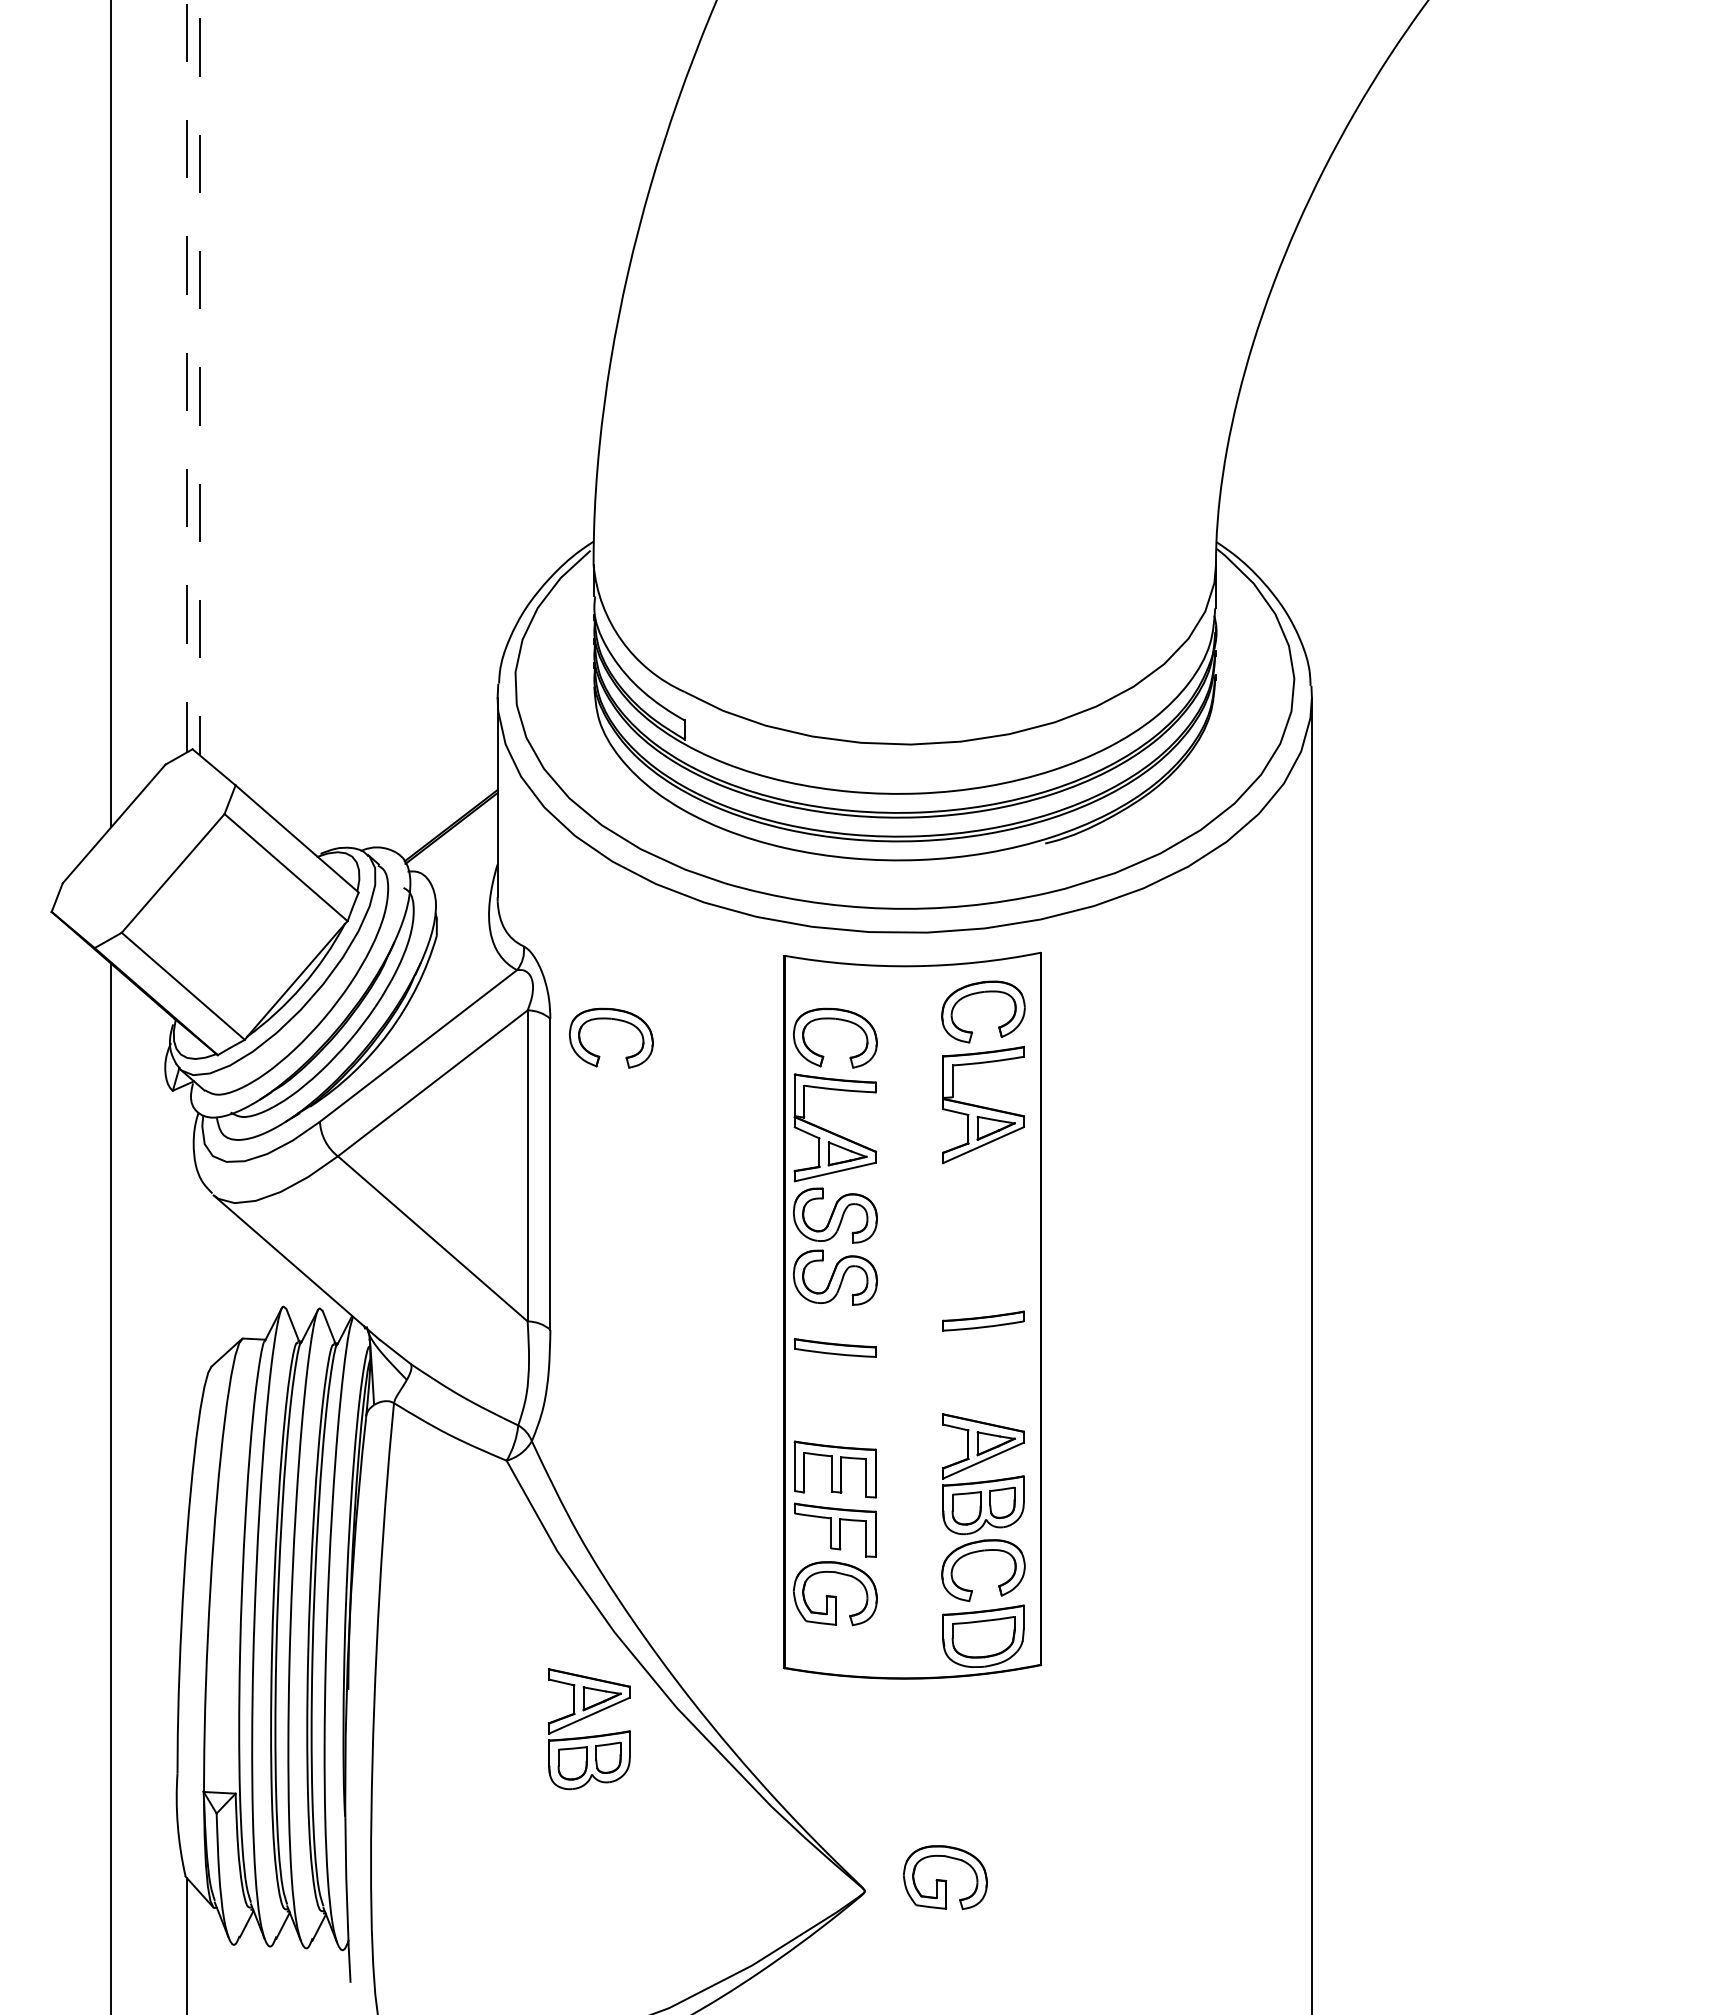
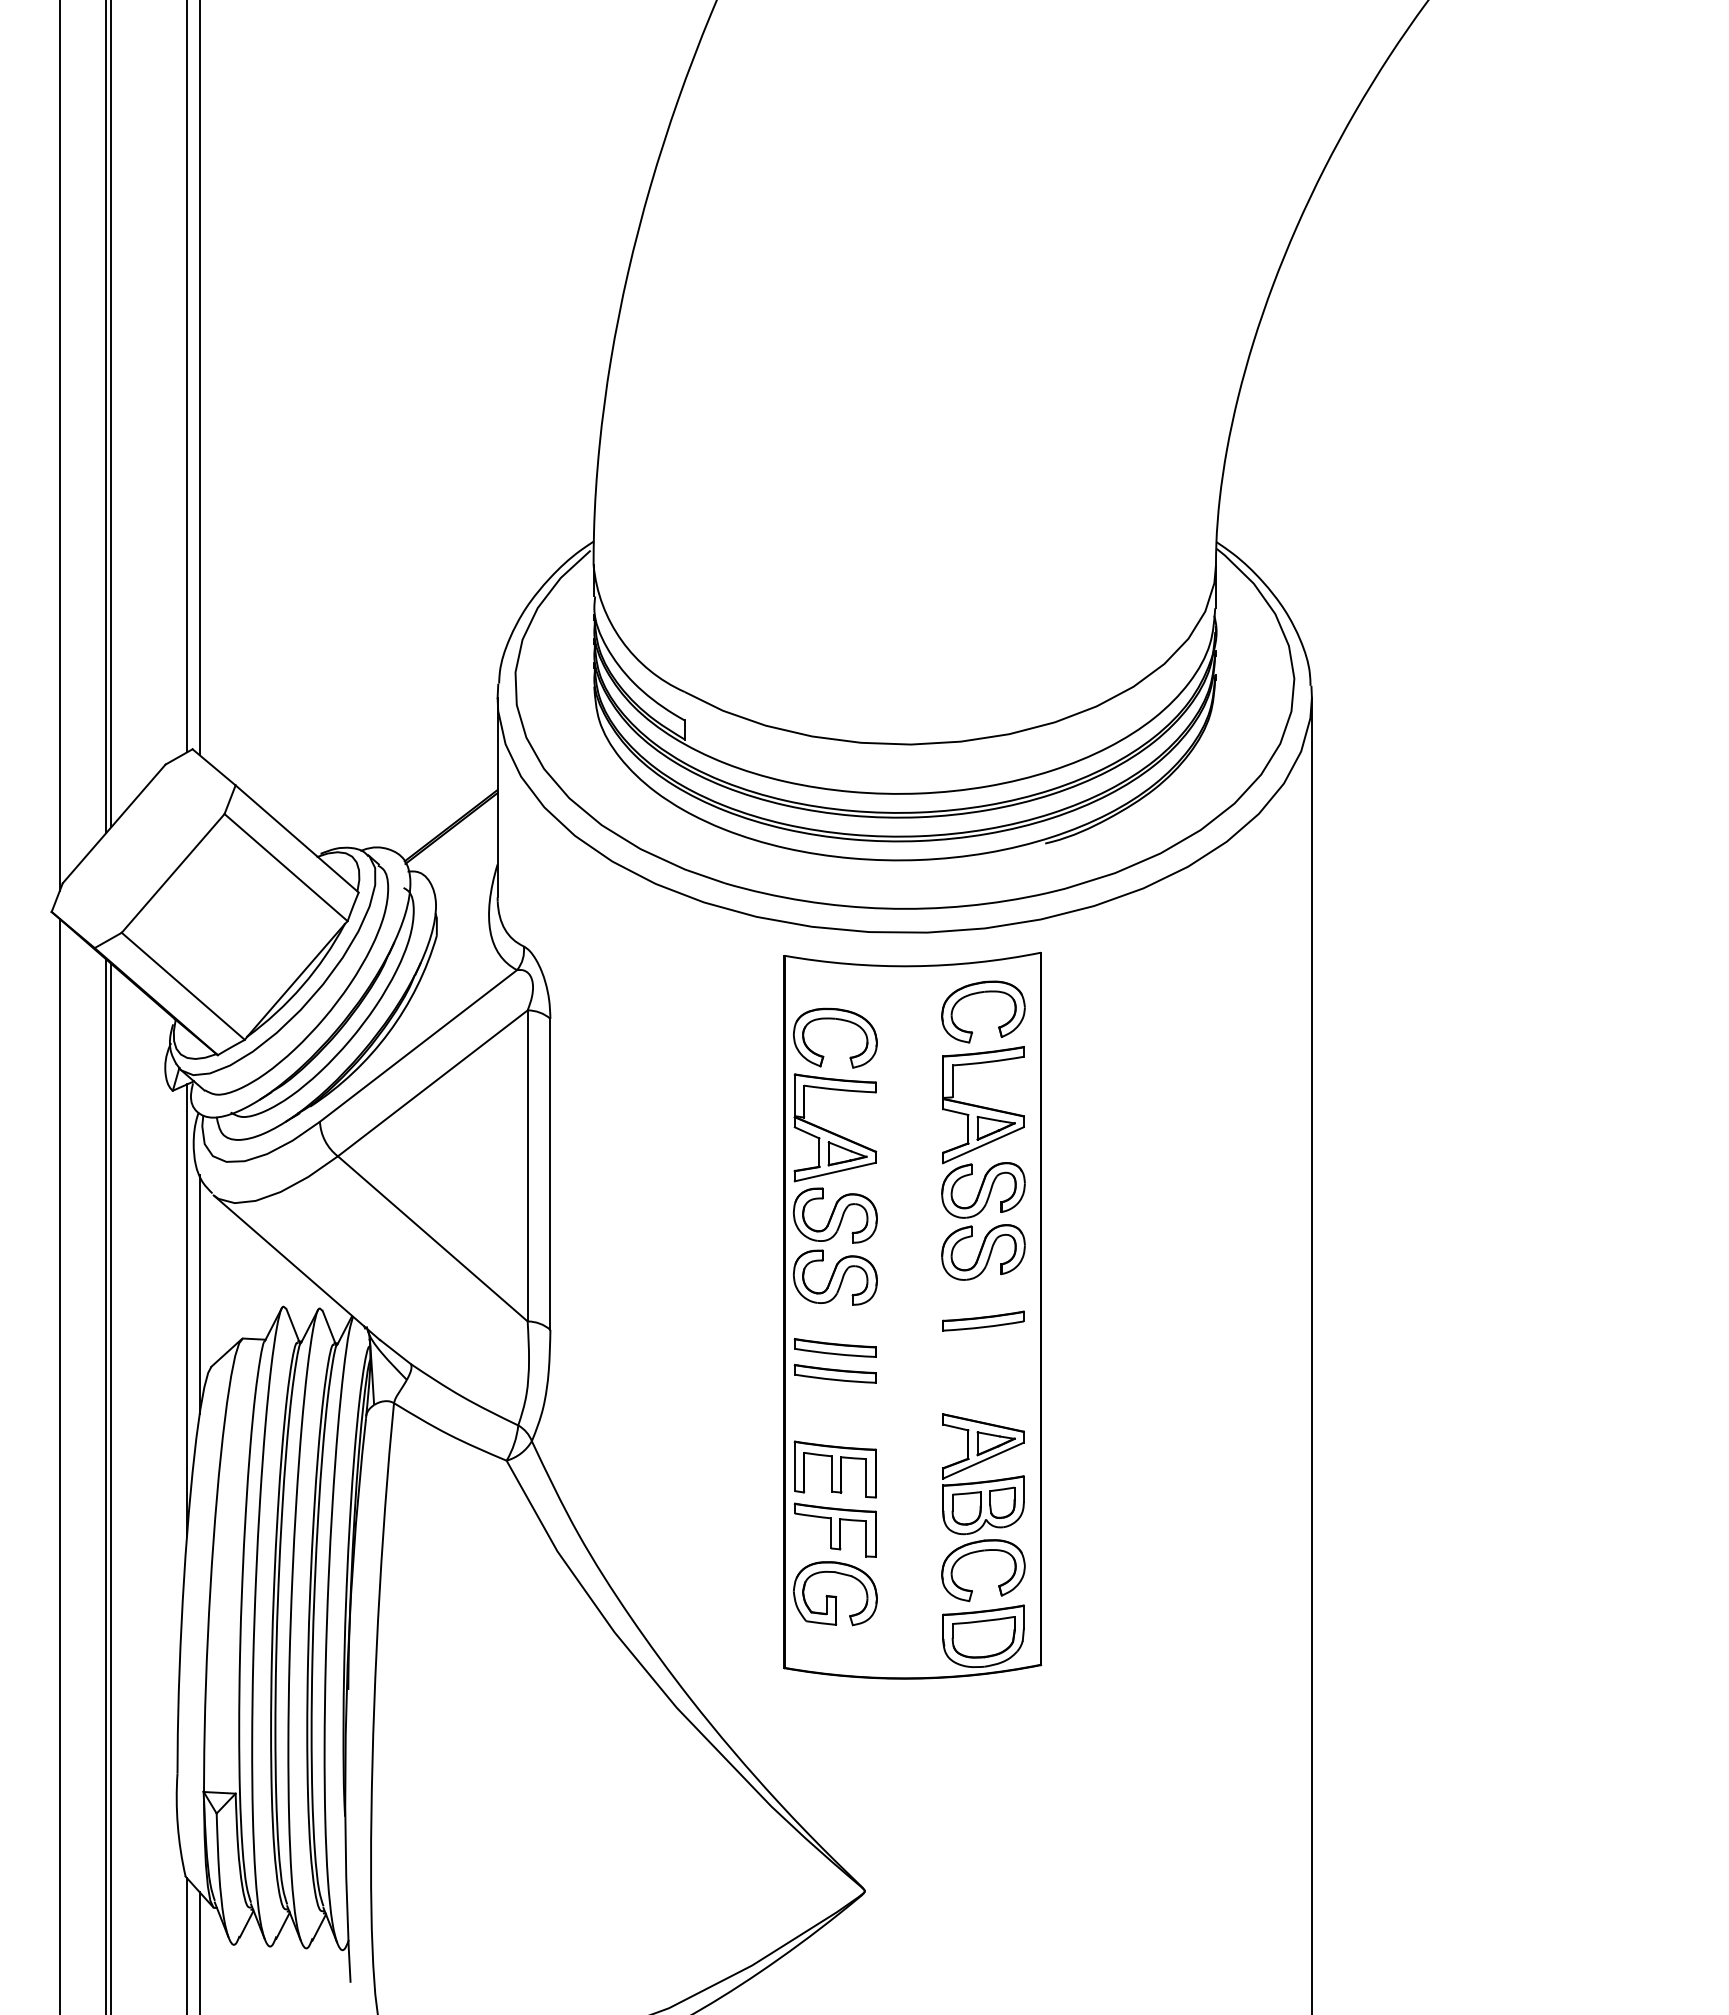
line at (187, 377): dashed -> solid
line at (199, 377): dashed -> solid
line at (105, 417): none -> present
line at (59, 446): none -> present
part at (614, 1020): present -> none
part at (977, 1215): none -> present
line at (199, 1293): none -> present
line at (187, 1309): none -> present
part at (834, 1373): none -> present
line at (59, 1465): none -> present
line at (105, 1485): none -> present
part at (591, 1735): present -> none
part at (945, 1877): present -> none
line at (199, 1951): none -> present
